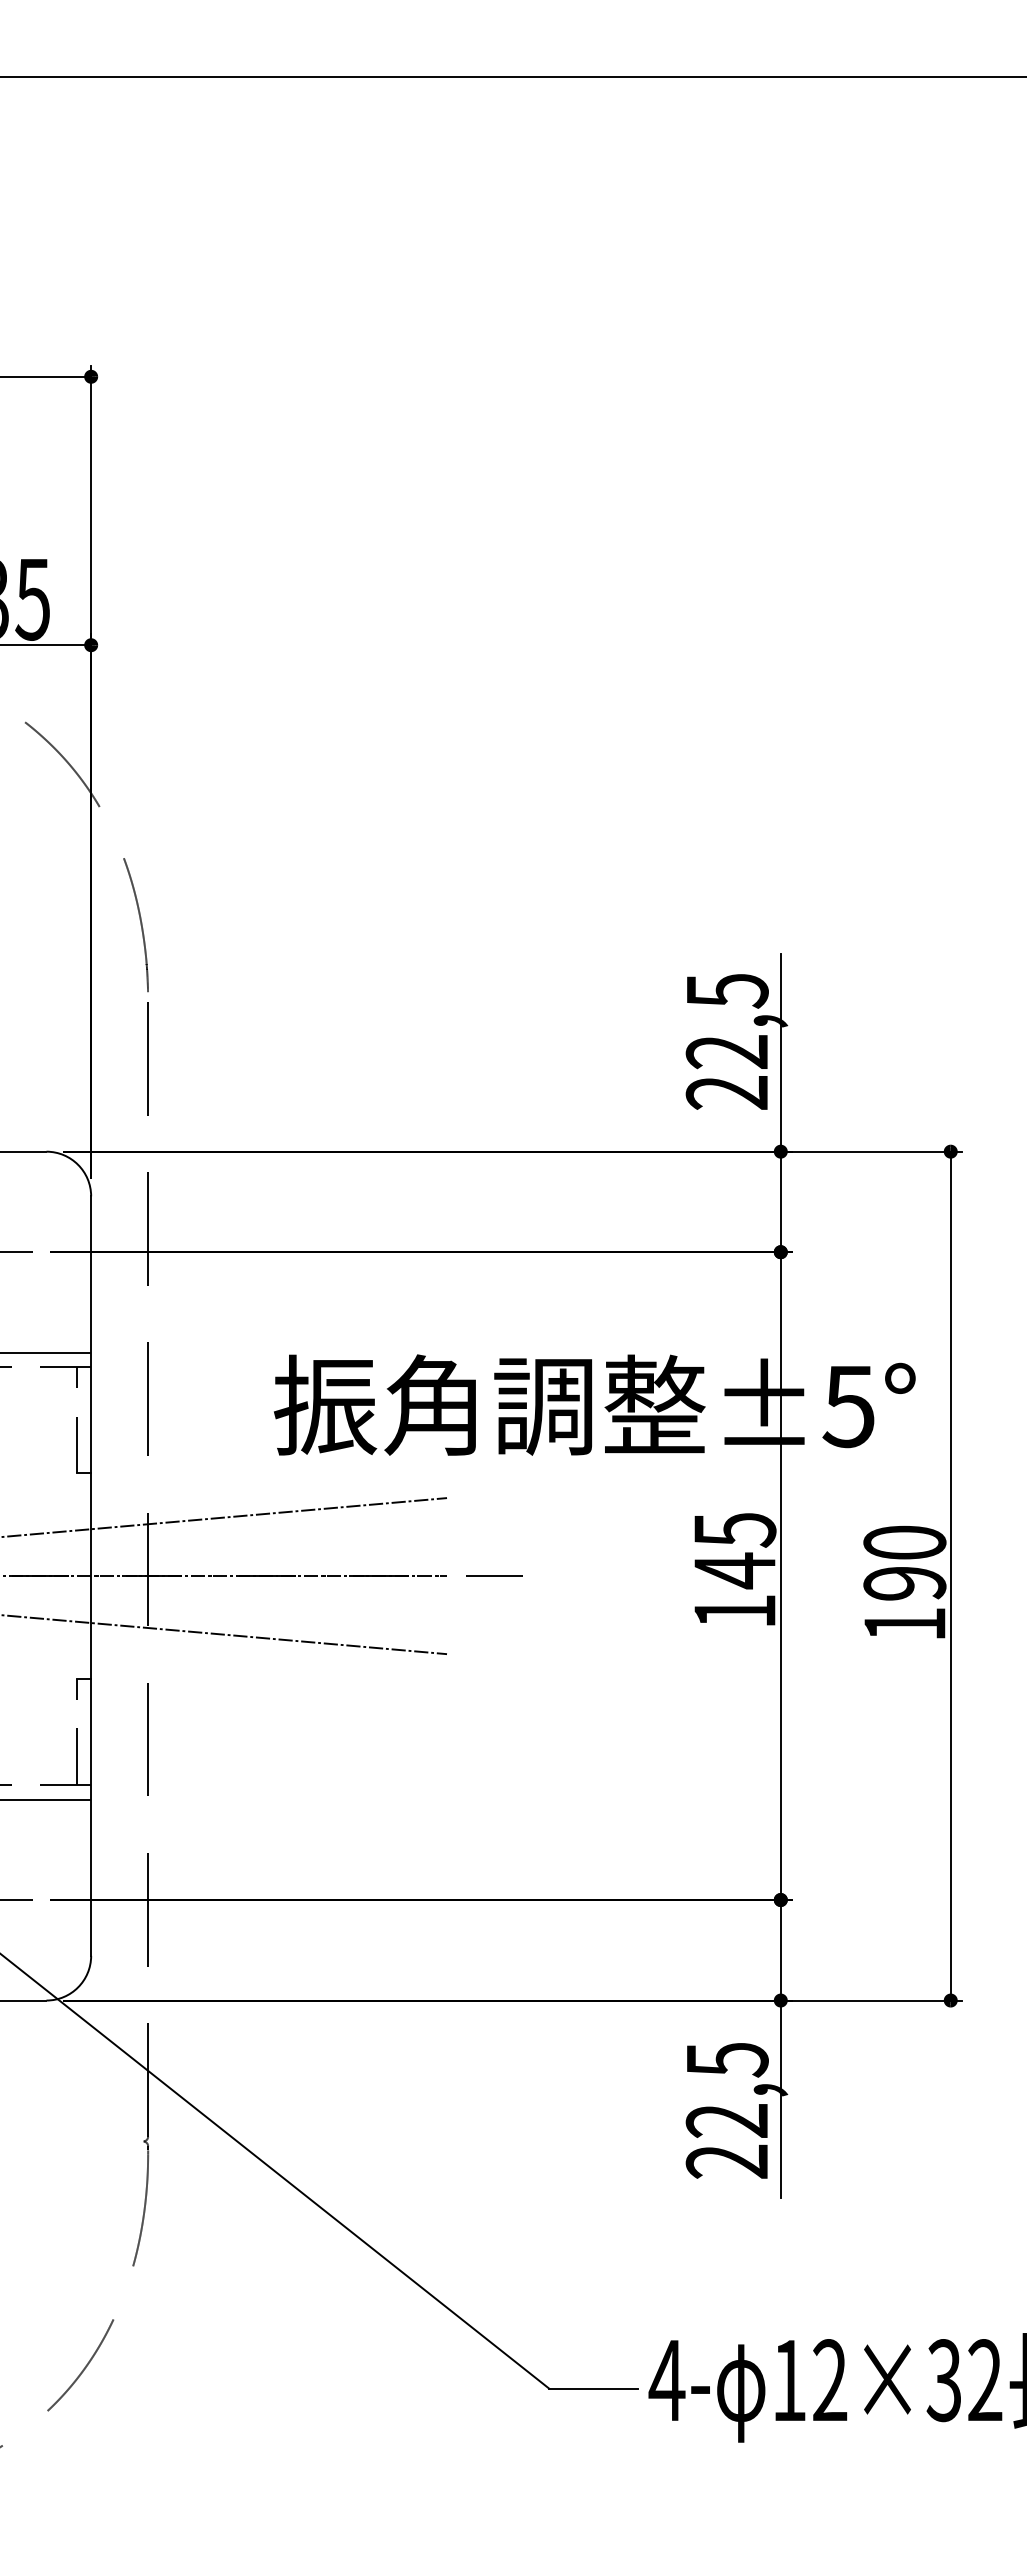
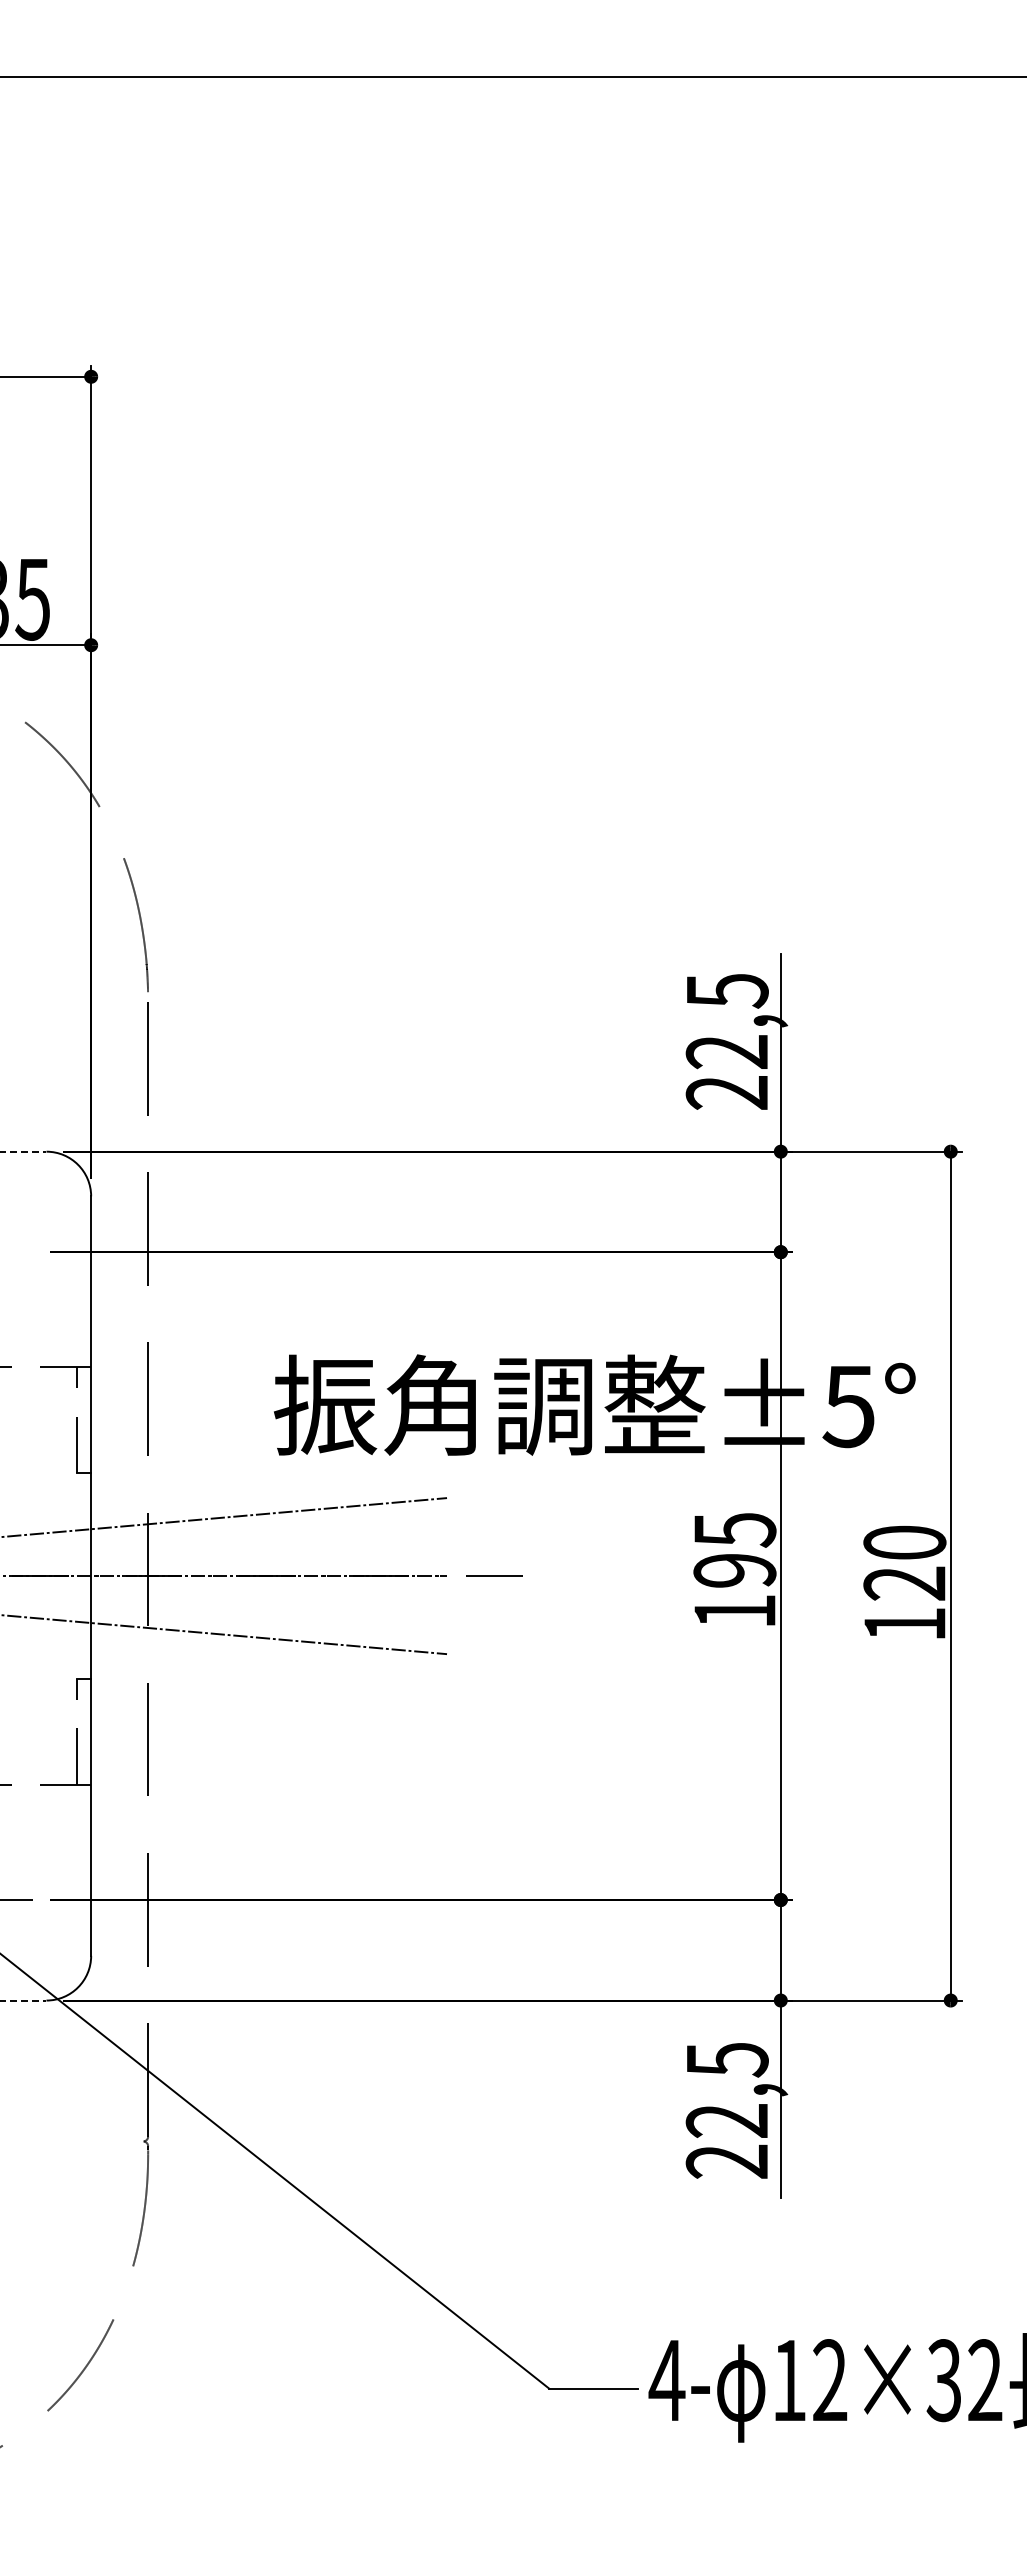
line at (23, 1151): solid -> dashed
line at (17, 1252): present -> none
line at (46, 1352): present -> none
text at (734, 1570): 145 -> 195
text at (904, 1583): 190 -> 120
line at (46, 1799): present -> none
line at (23, 2000): solid -> dashed
